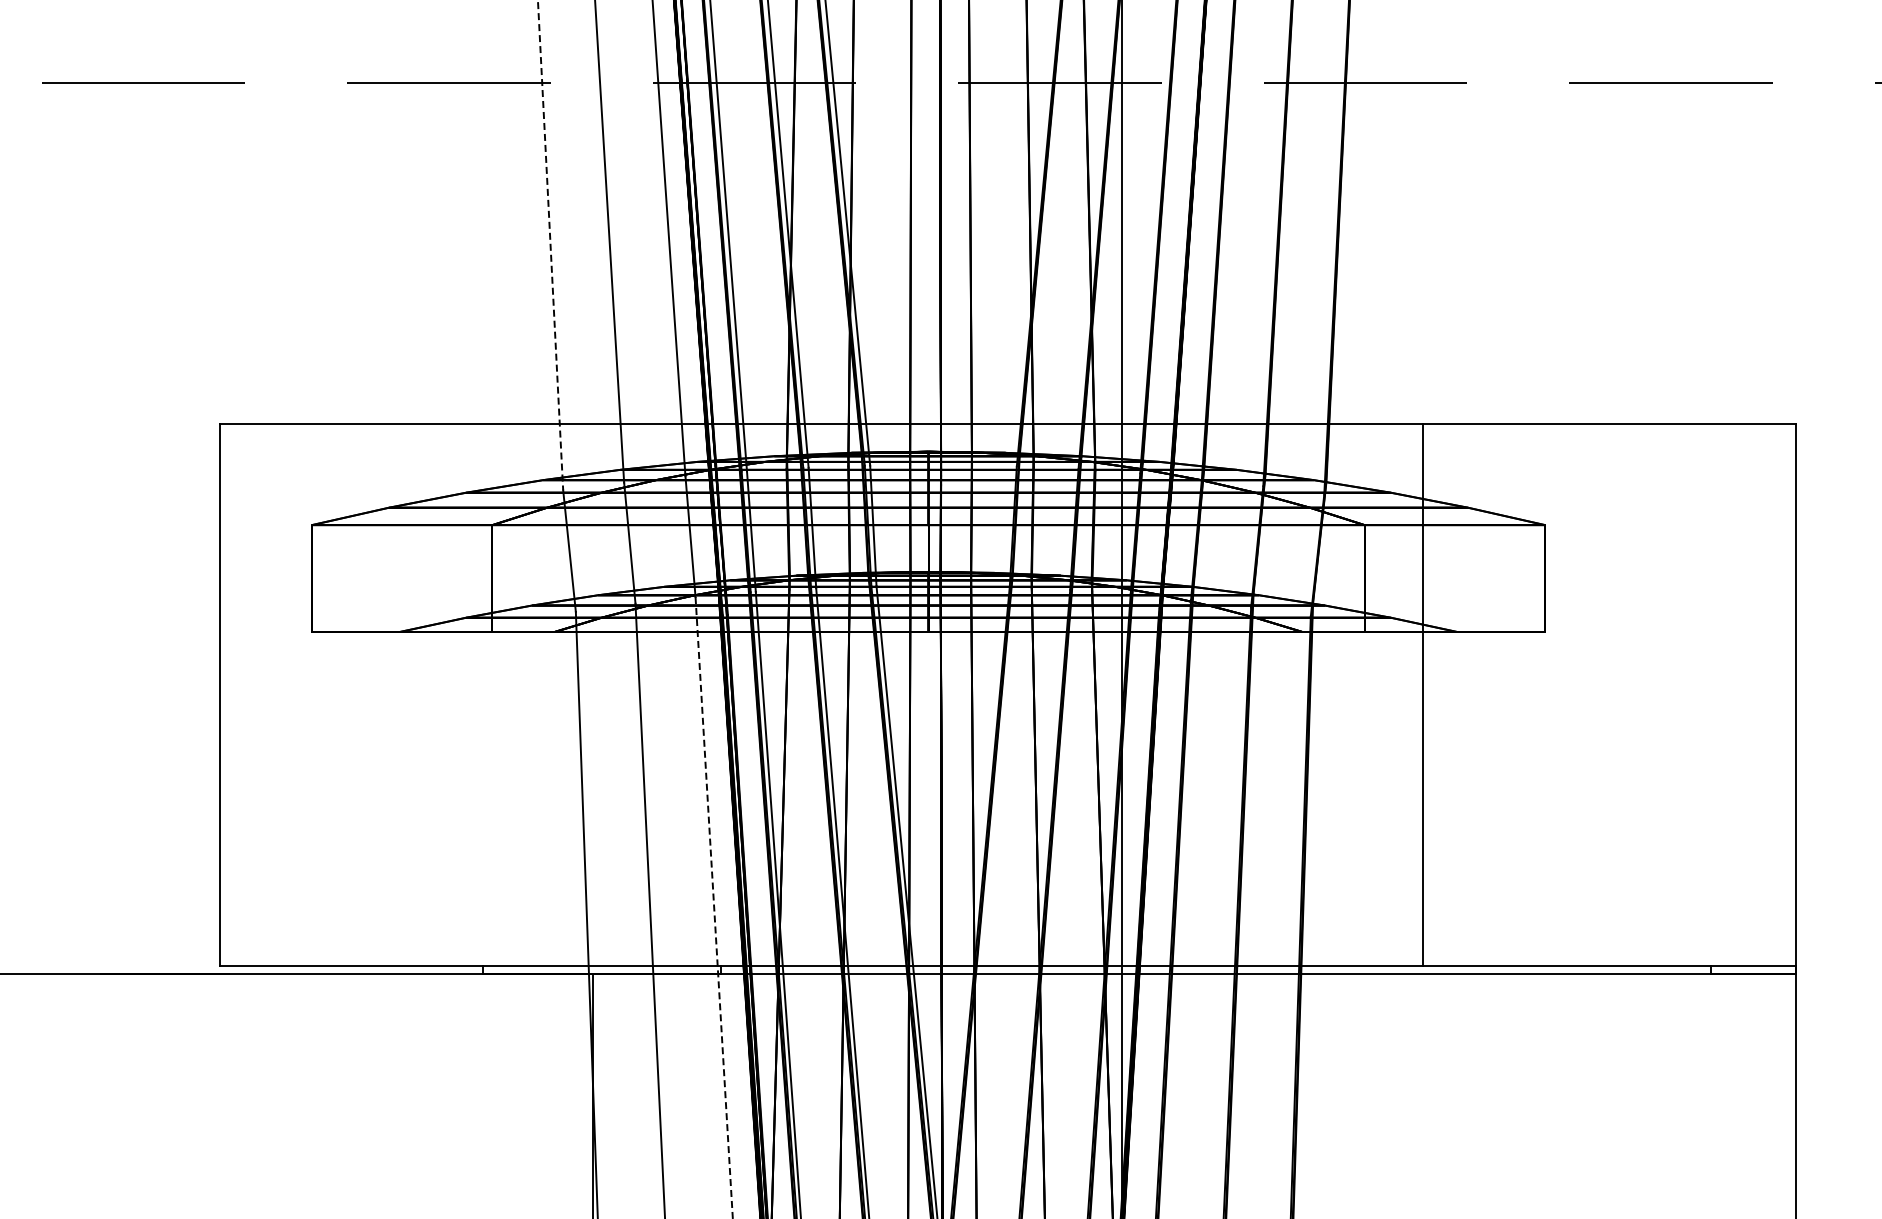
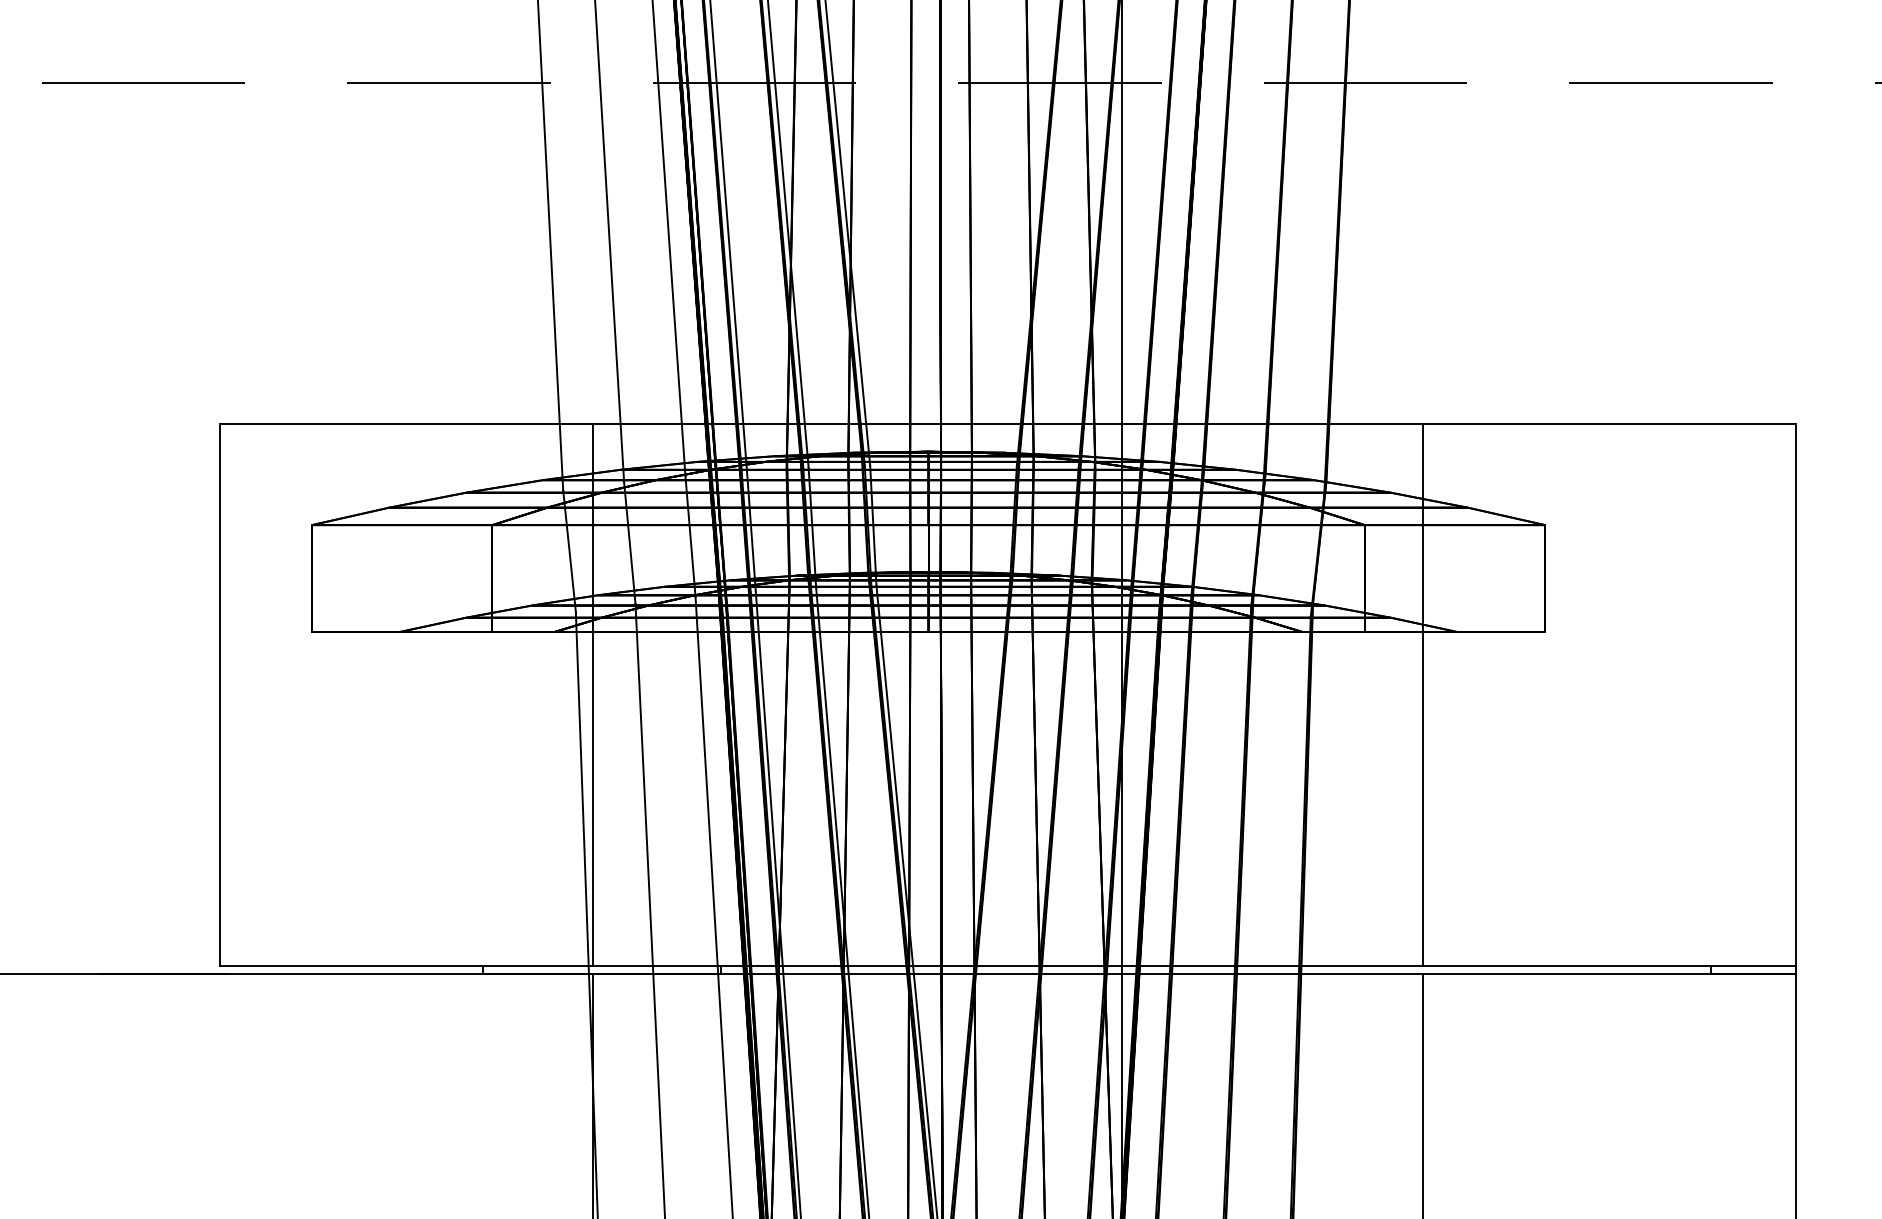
line at (550, 245): dashed -> solid
line at (593, 694): none -> present
line at (714, 908): dashed -> solid
line at (1422, 1094): none -> present
